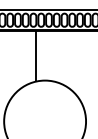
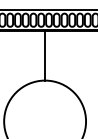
line at (36, 55) position: (36, 55) -> (45, 55)
